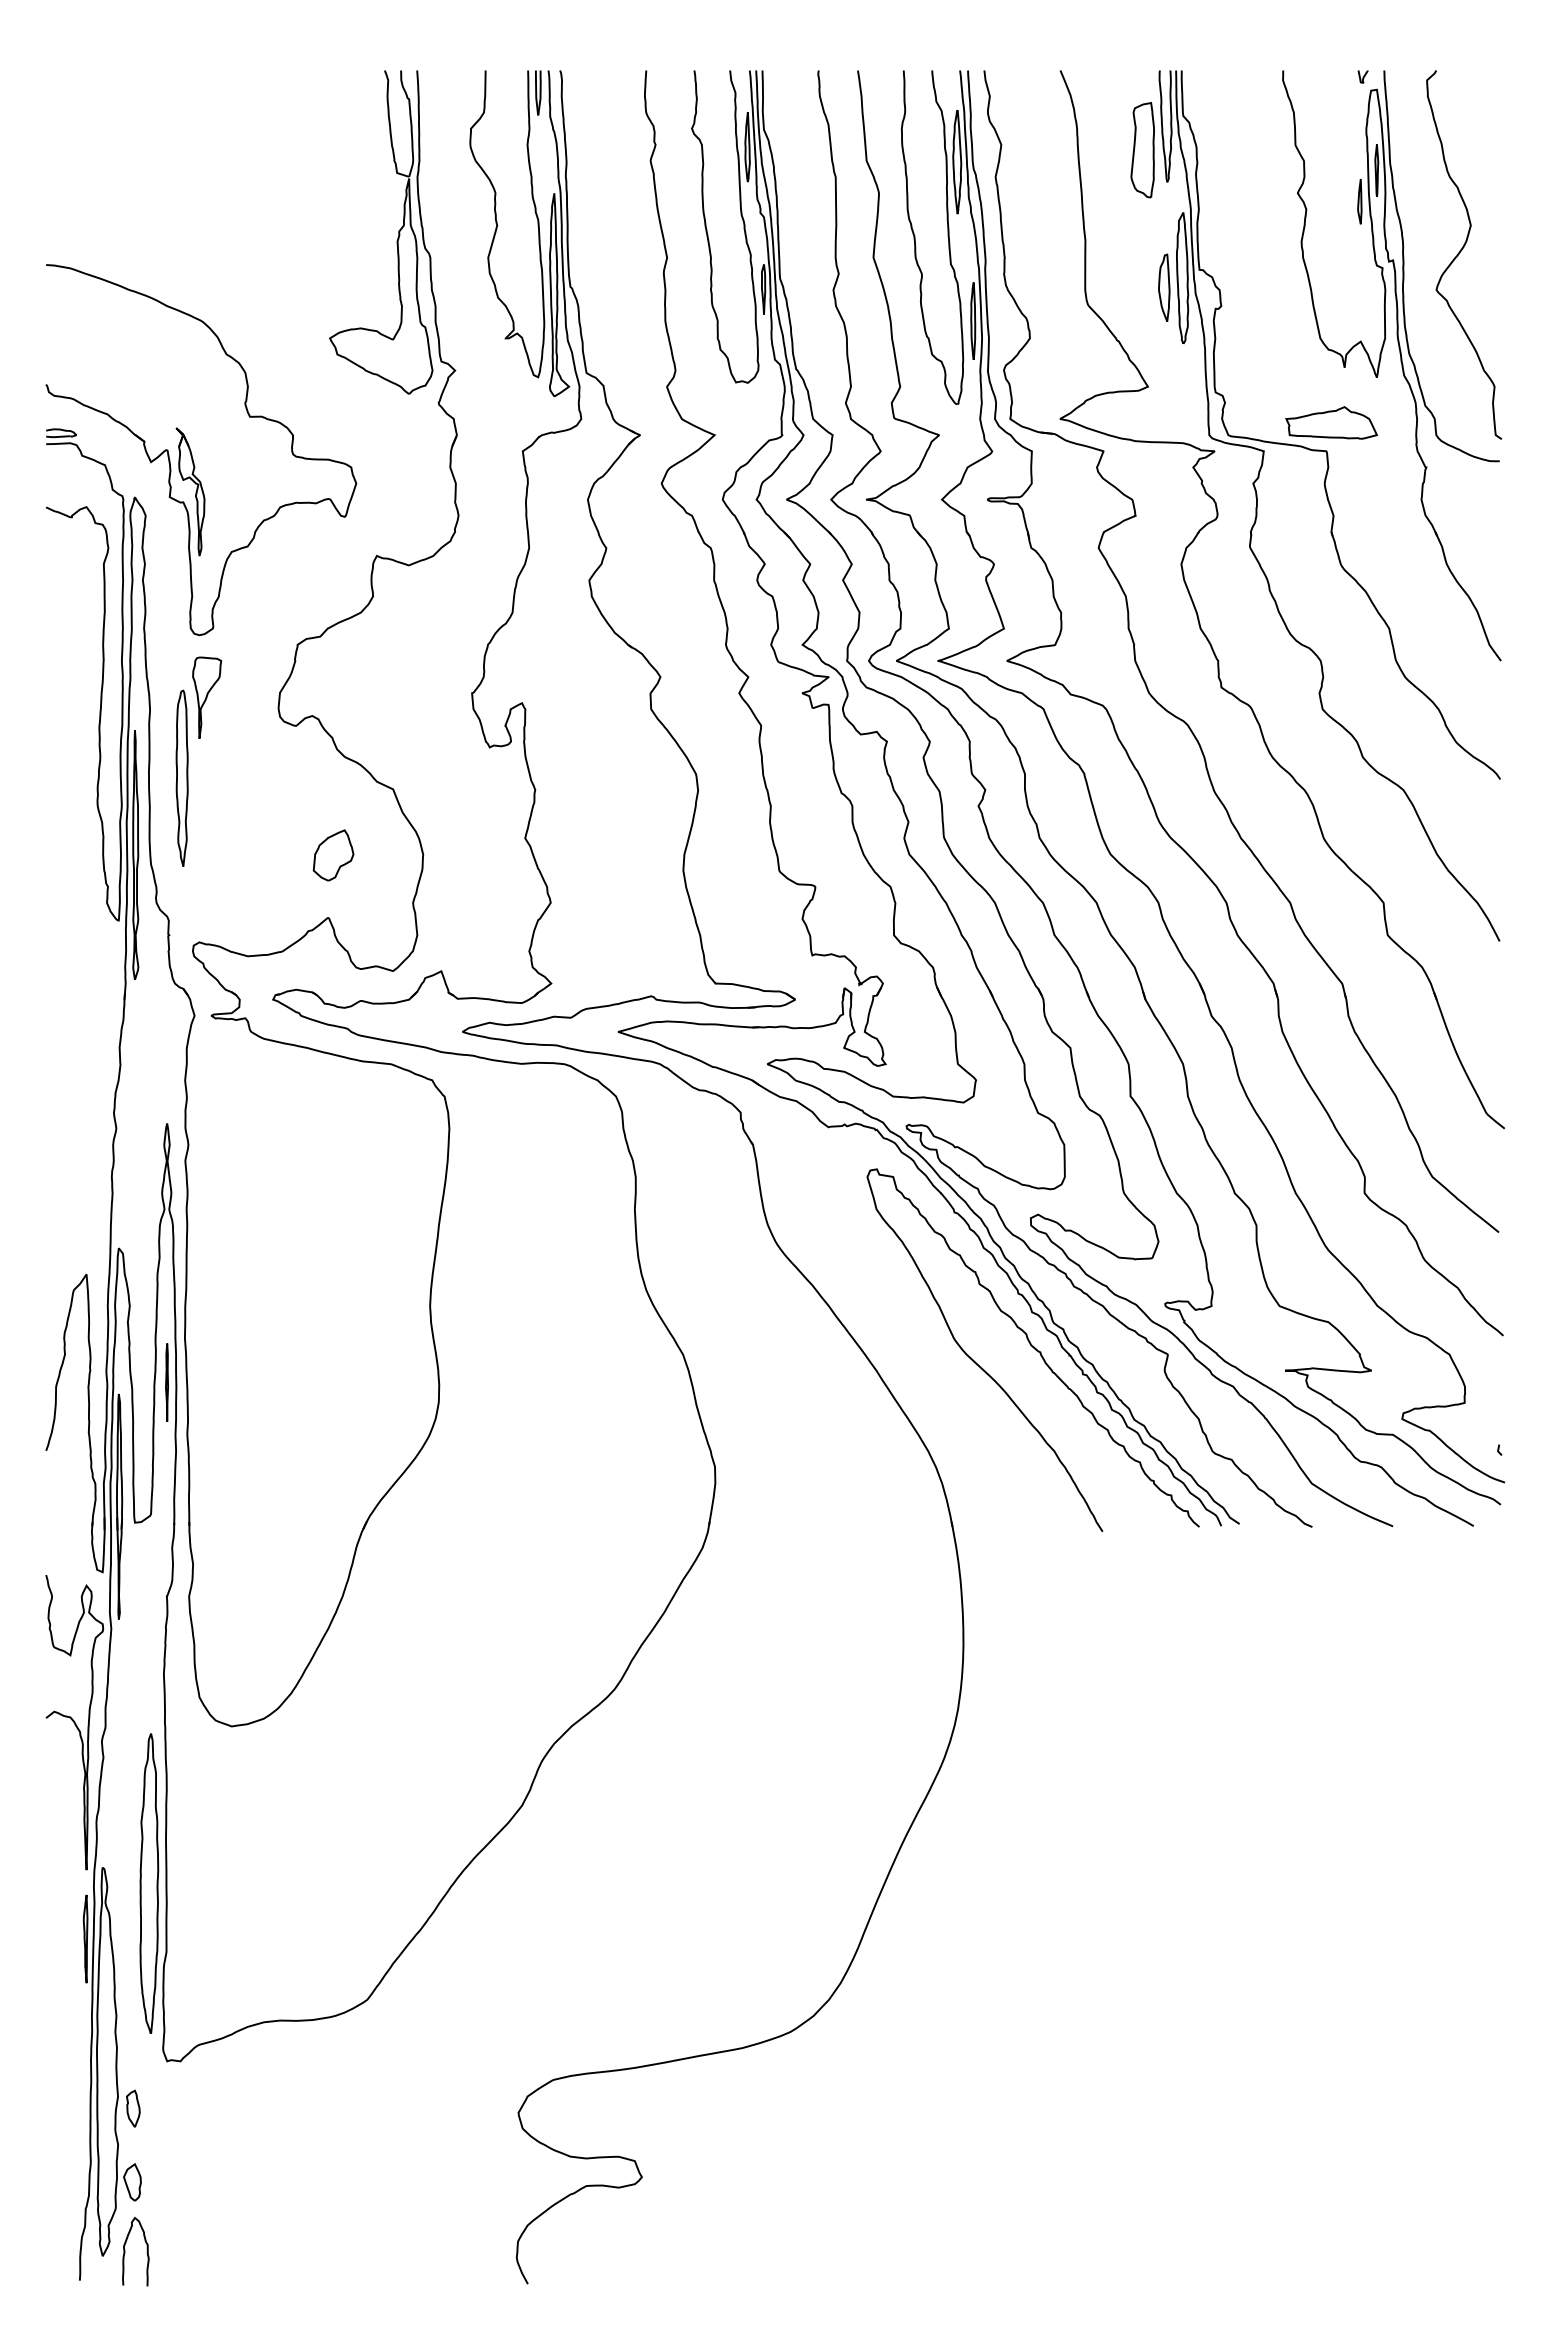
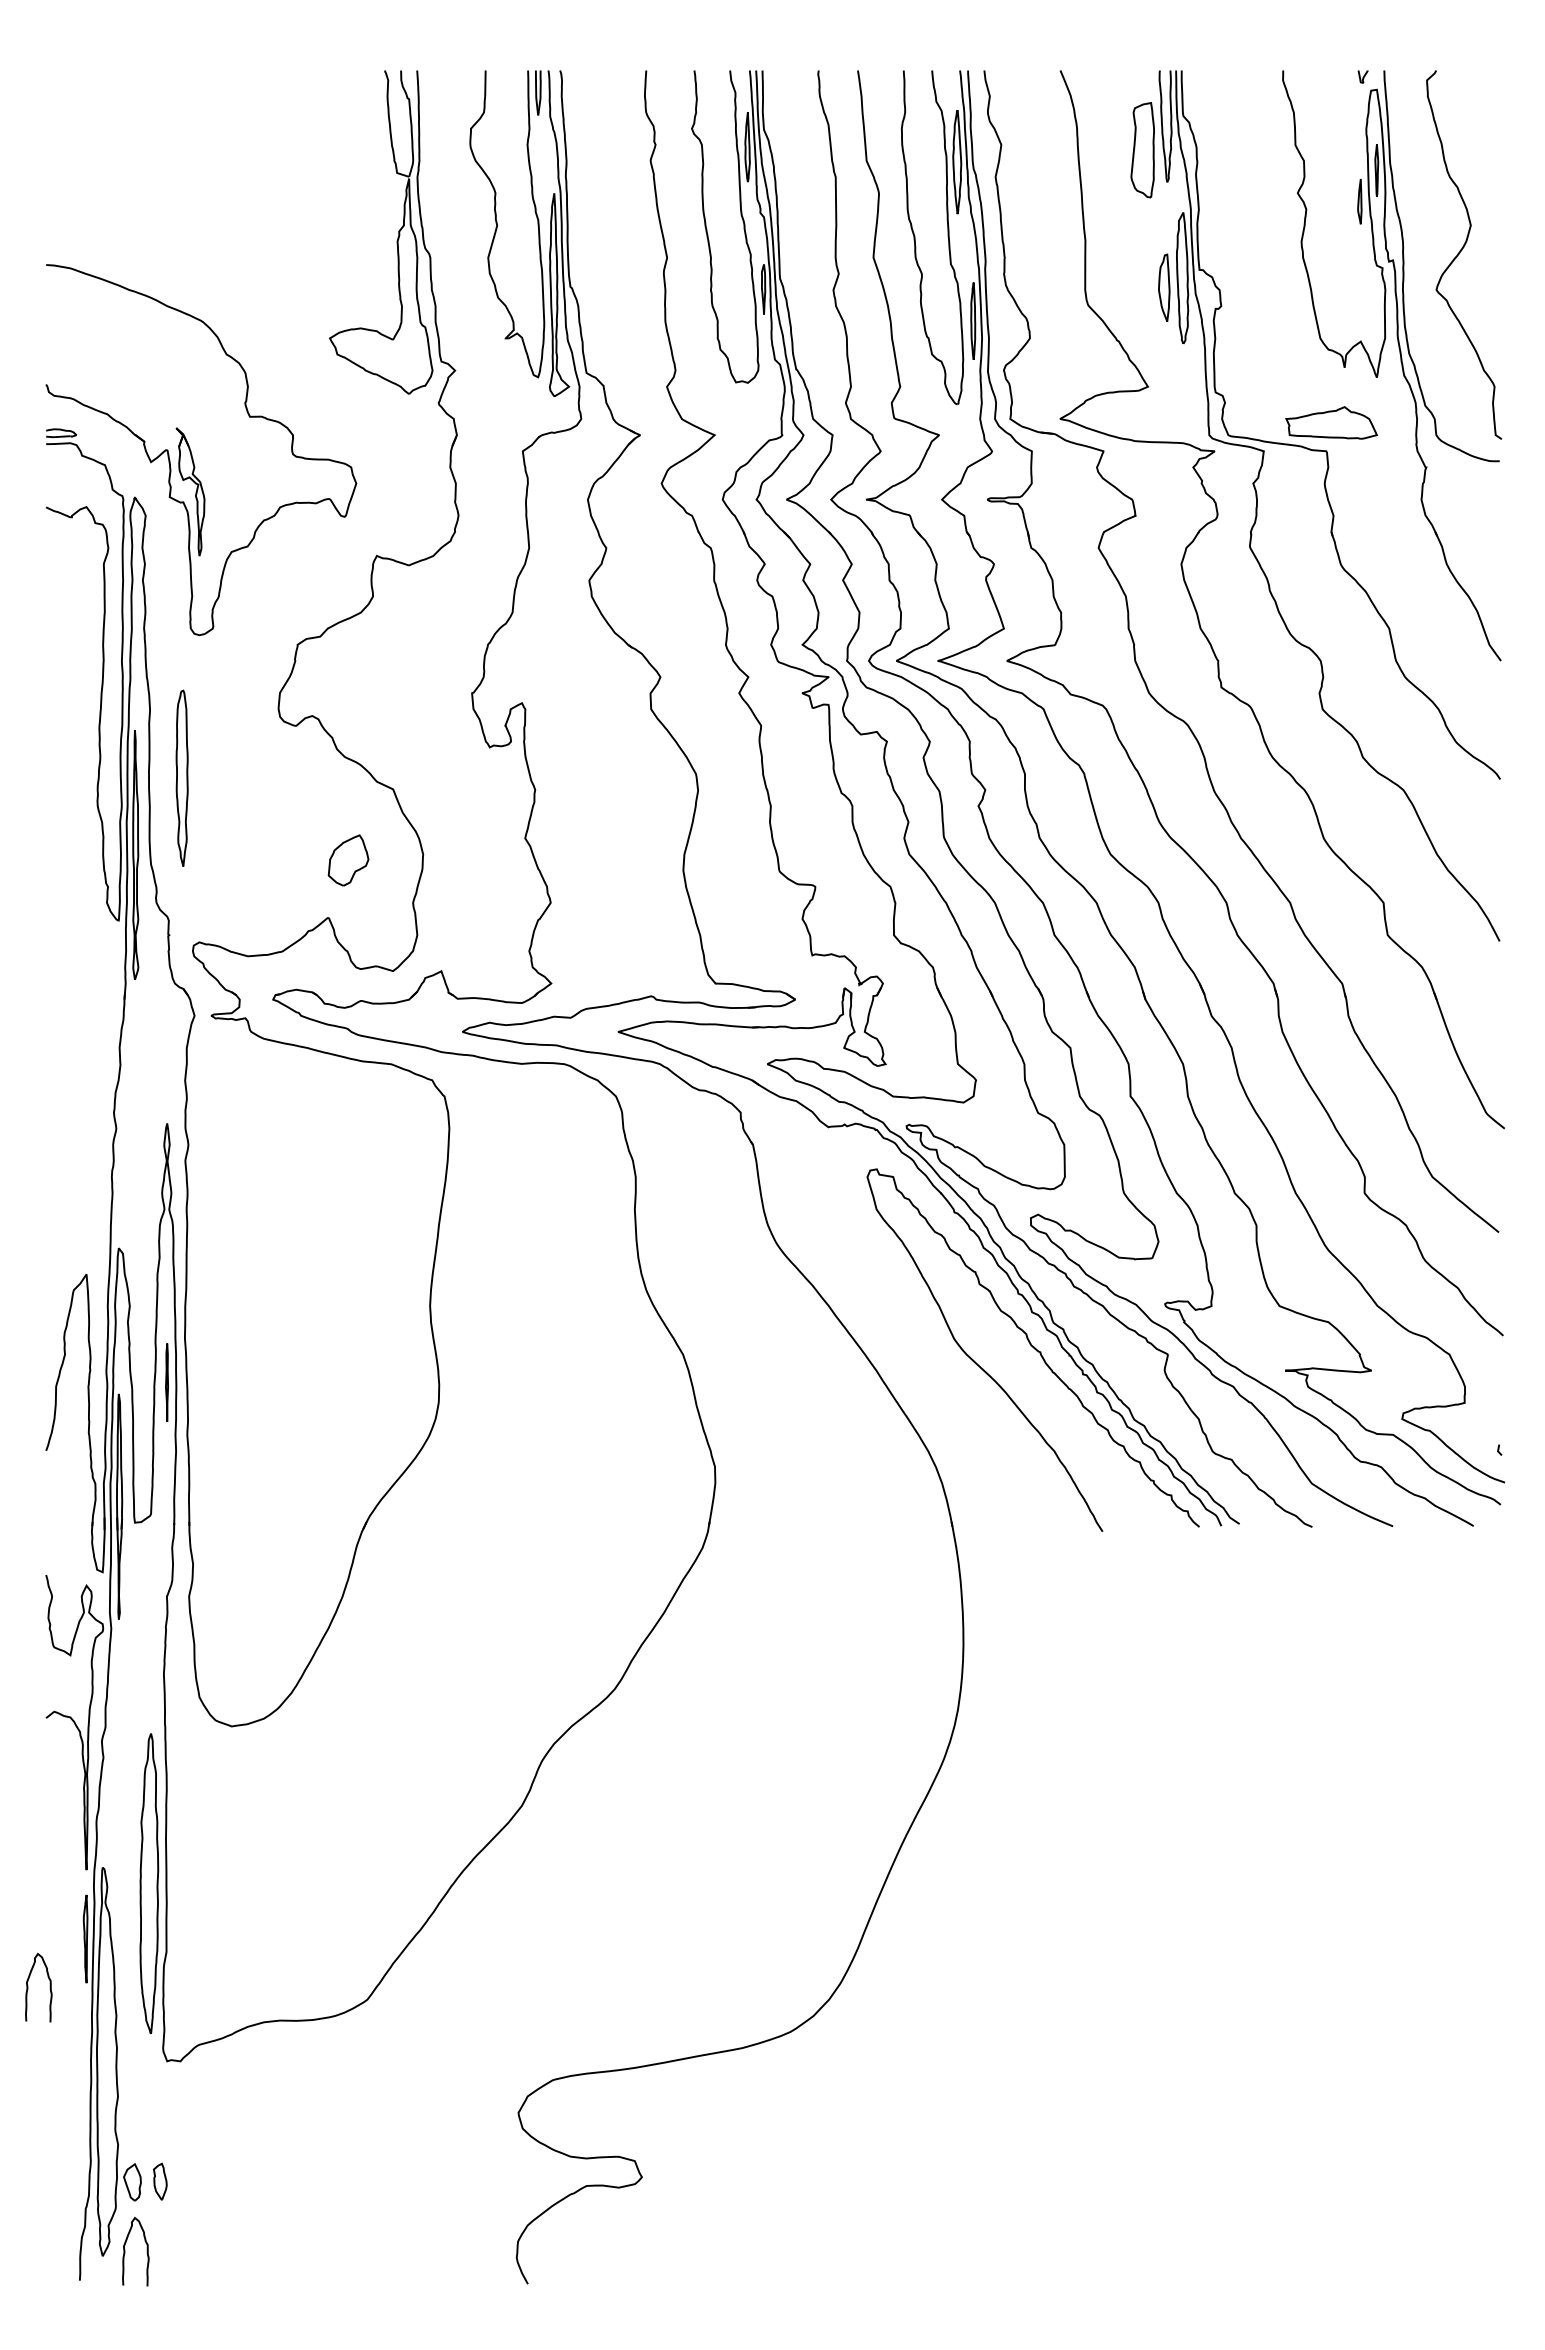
part at (207, 697): present -> none
part at (333, 855) position: (333, 855) -> (348, 860)
curve at (28, 1987): none -> present
part at (133, 2108) position: (133, 2108) -> (160, 2181)
